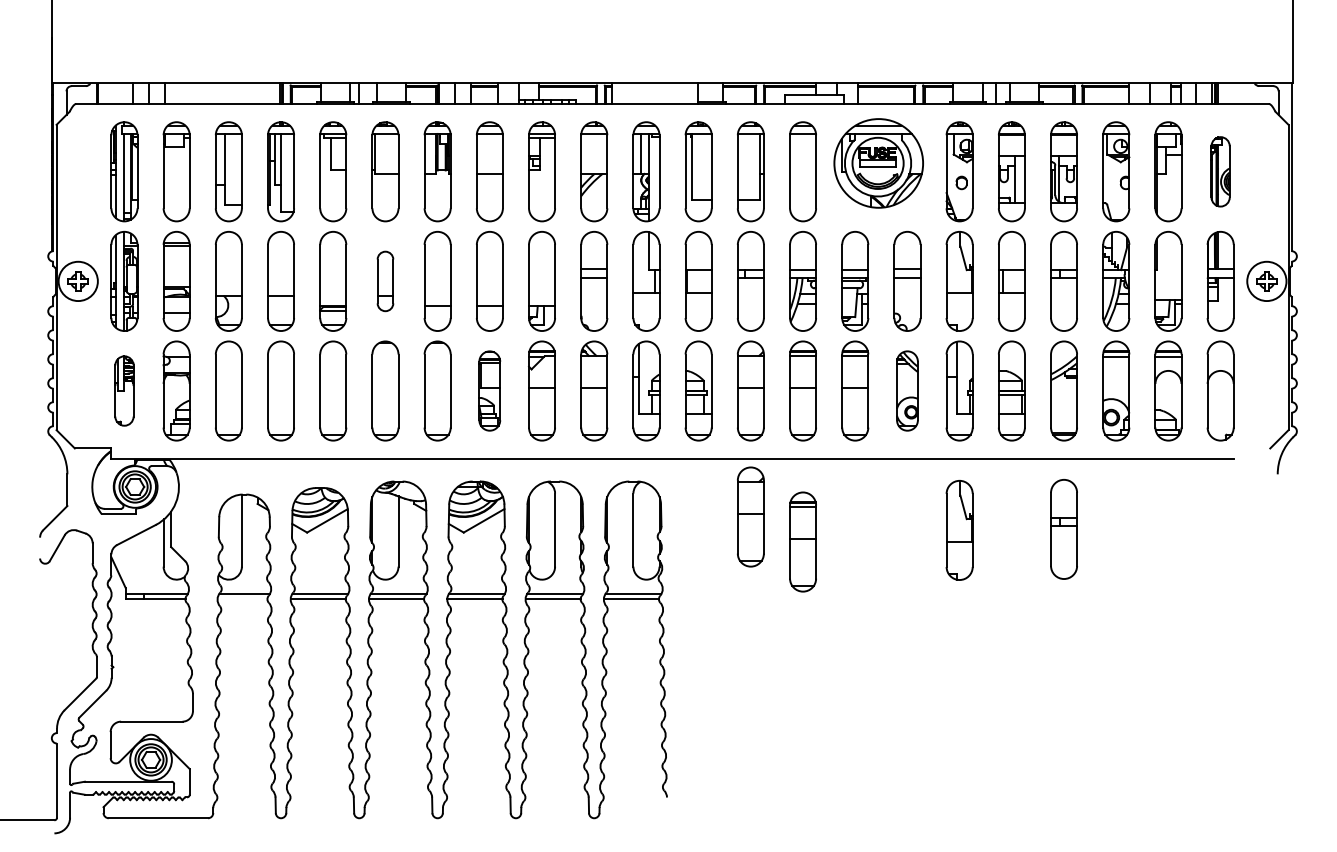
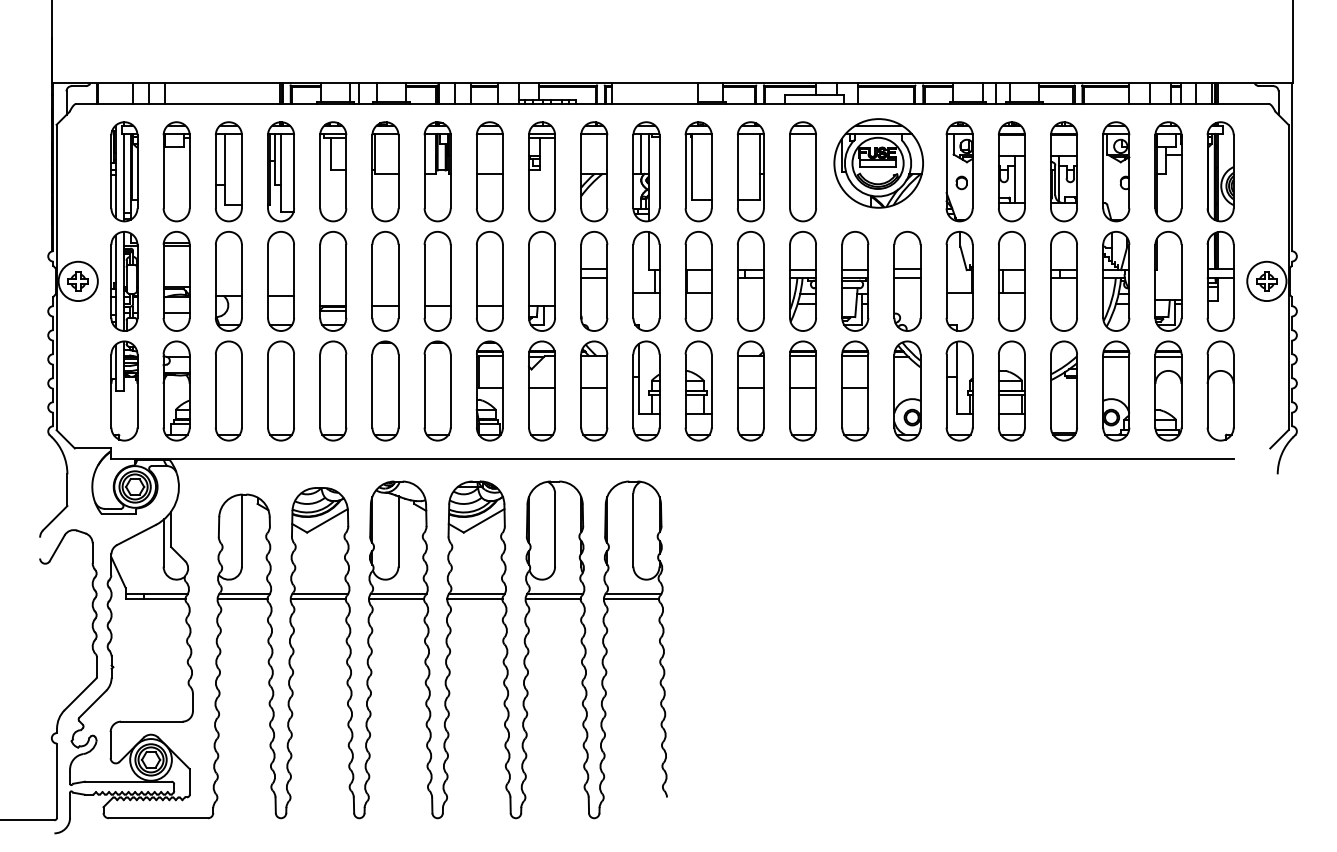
part at (1220, 171) size: 21x72 px -> 29x102 px
part at (385, 281) size: 19x63 px -> 29x101 px
part at (124, 390) size: 21x72 px -> 29x102 px
part at (489, 390) size: 24x82 px -> 29x102 px
part at (907, 390) size: 23x82 px -> 29x102 px
part at (750, 516): present -> none
part at (1063, 529): present -> none
part at (959, 530): present -> none
part at (802, 541): present -> none
line at (242, 599): none -> present
